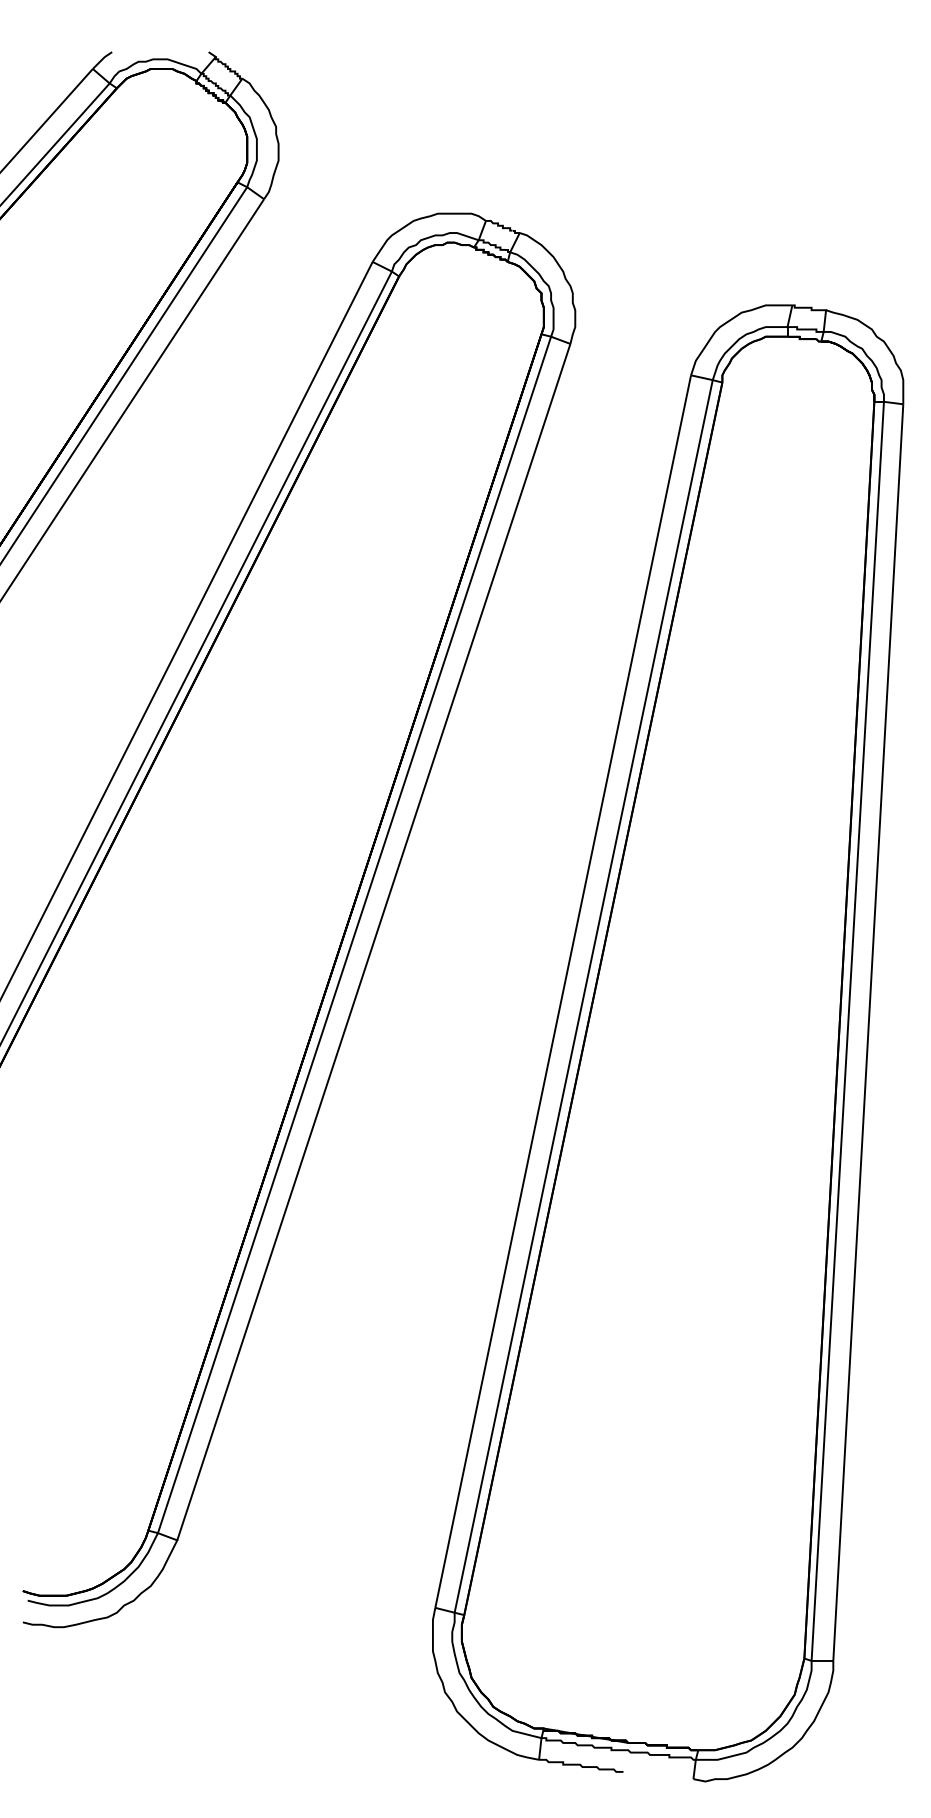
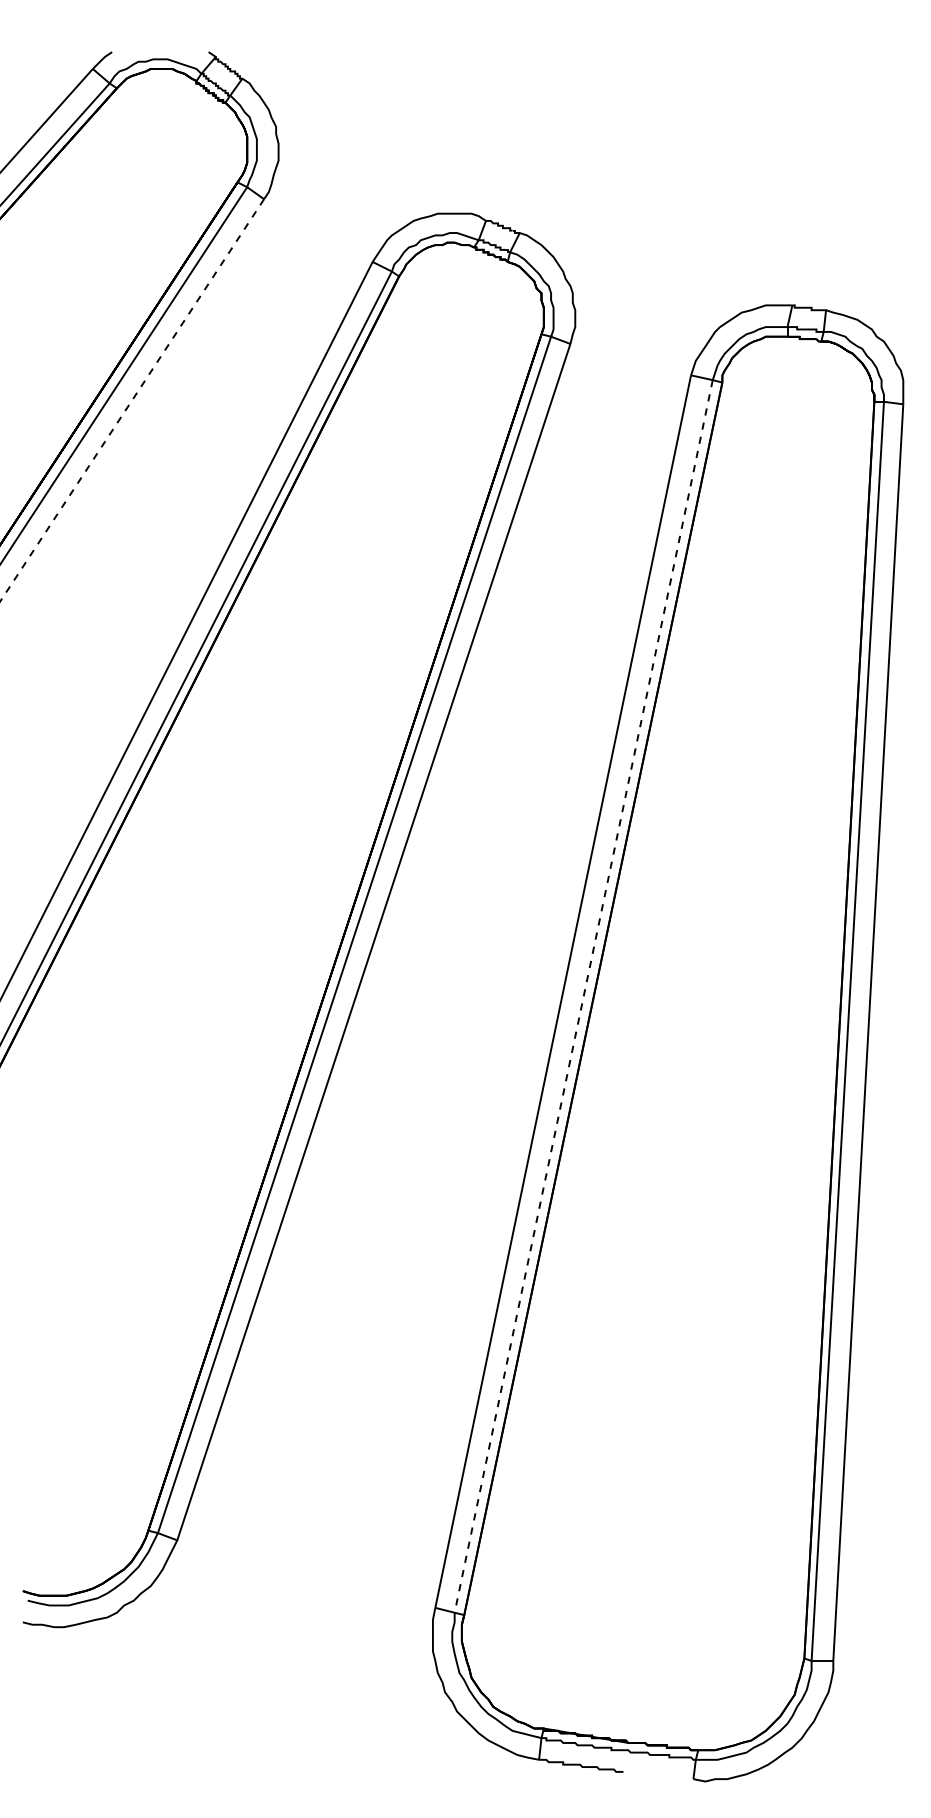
line at (131, 400): solid -> dashed
line at (583, 996): solid -> dashed
